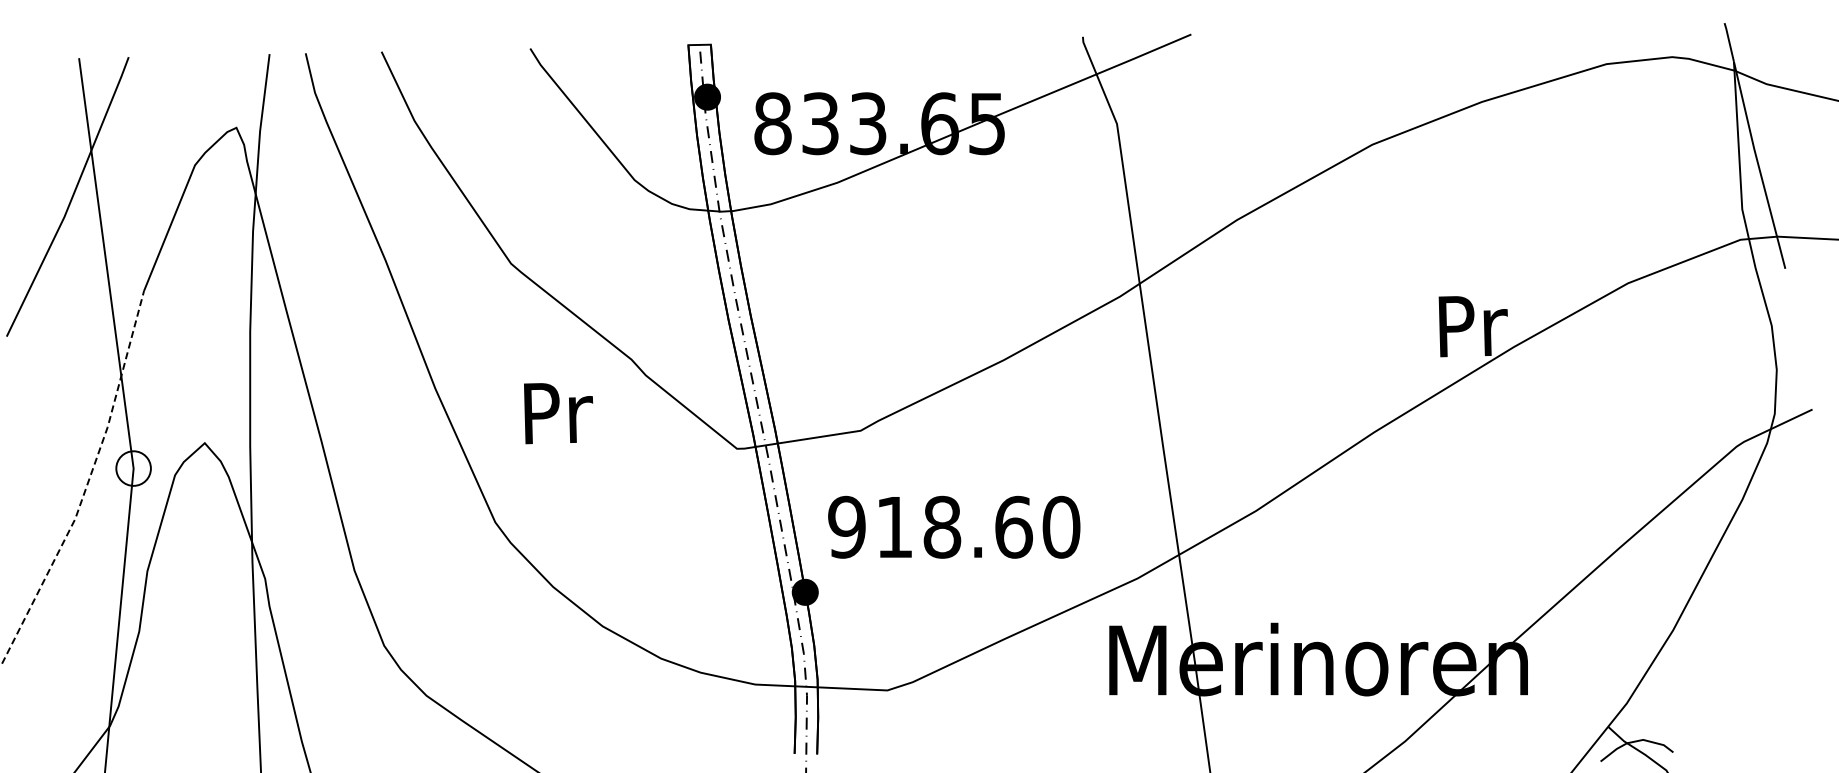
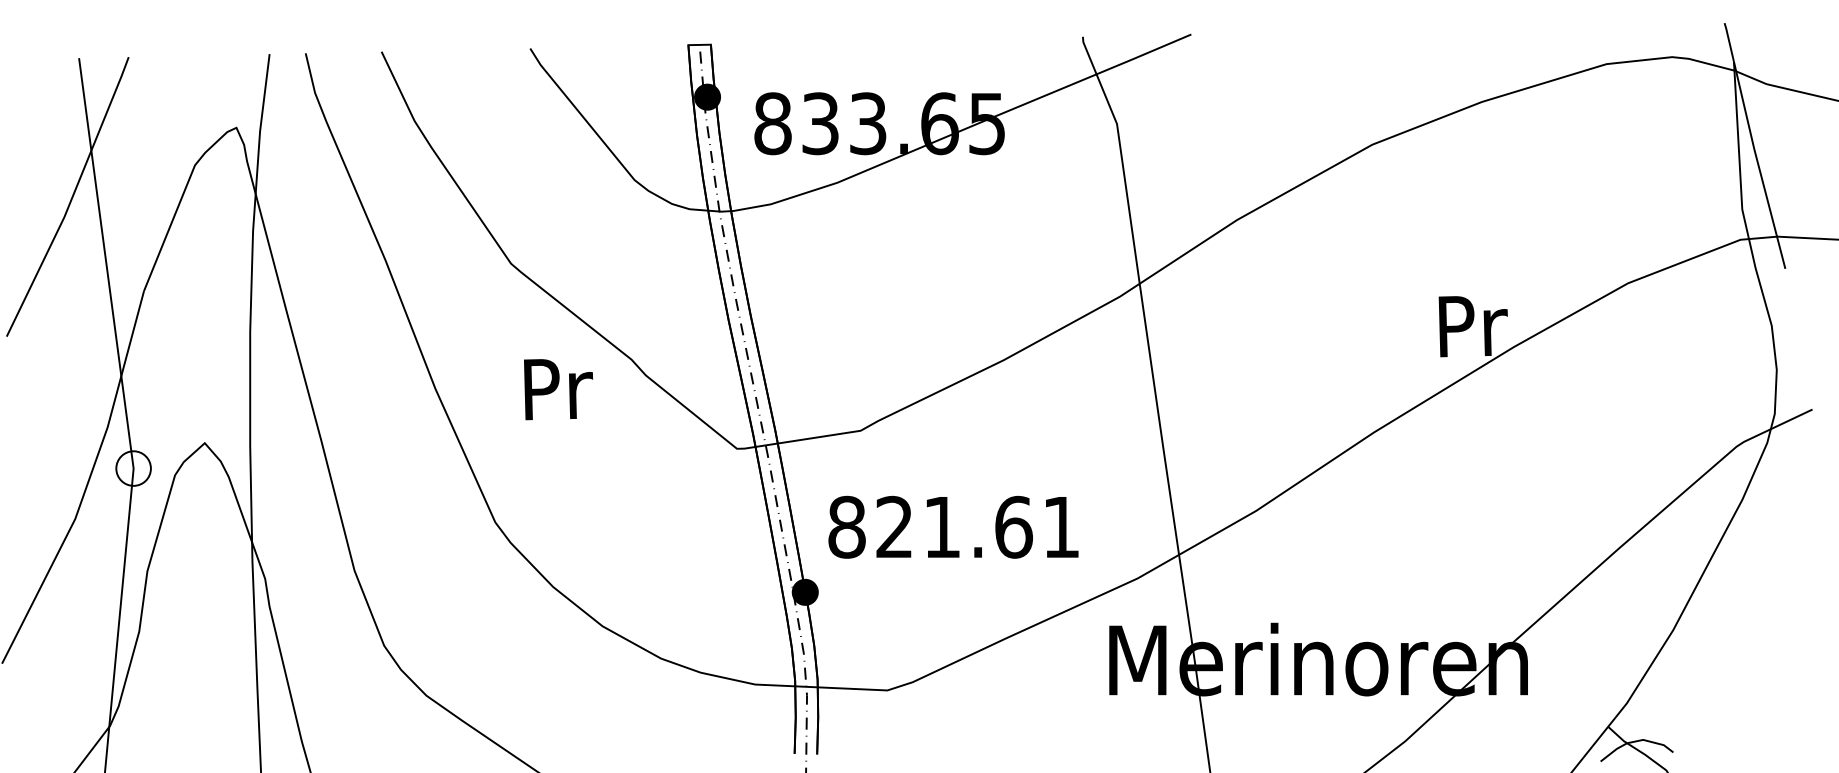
text at (558, 413) position: (558, 413) -> (558, 389)
line at (87, 483): dashed -> solid
text at (954, 526): 918.60 -> 821.61
